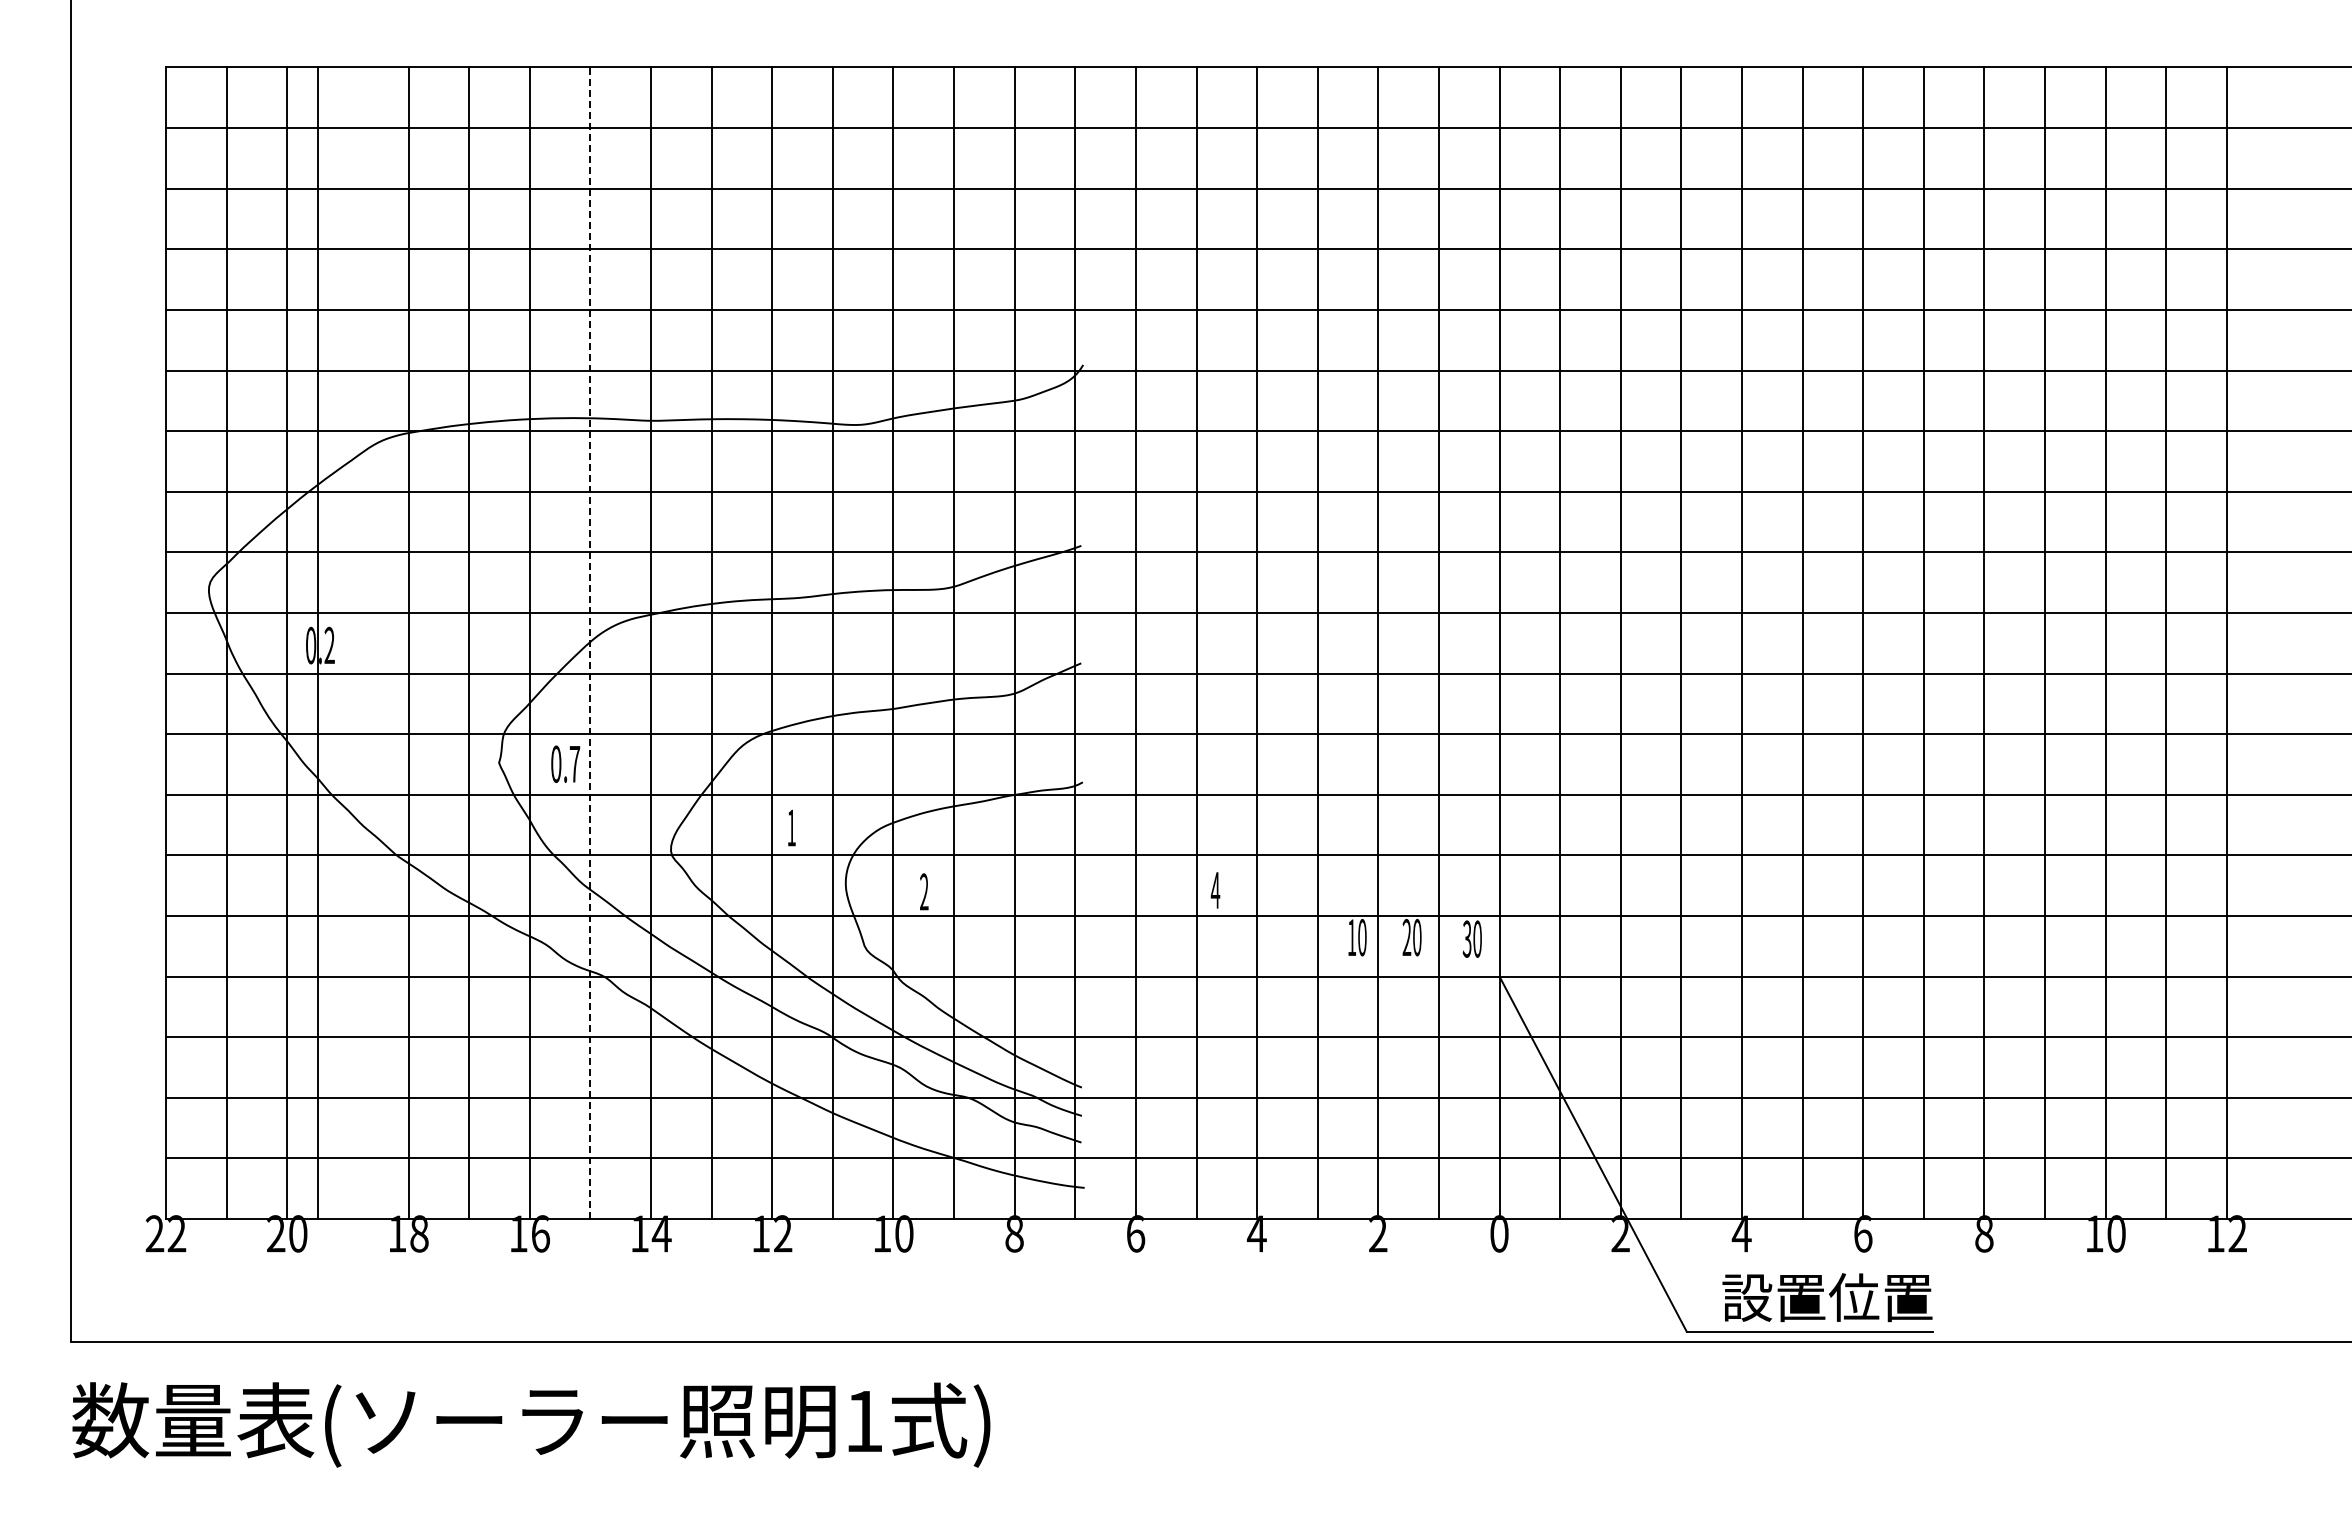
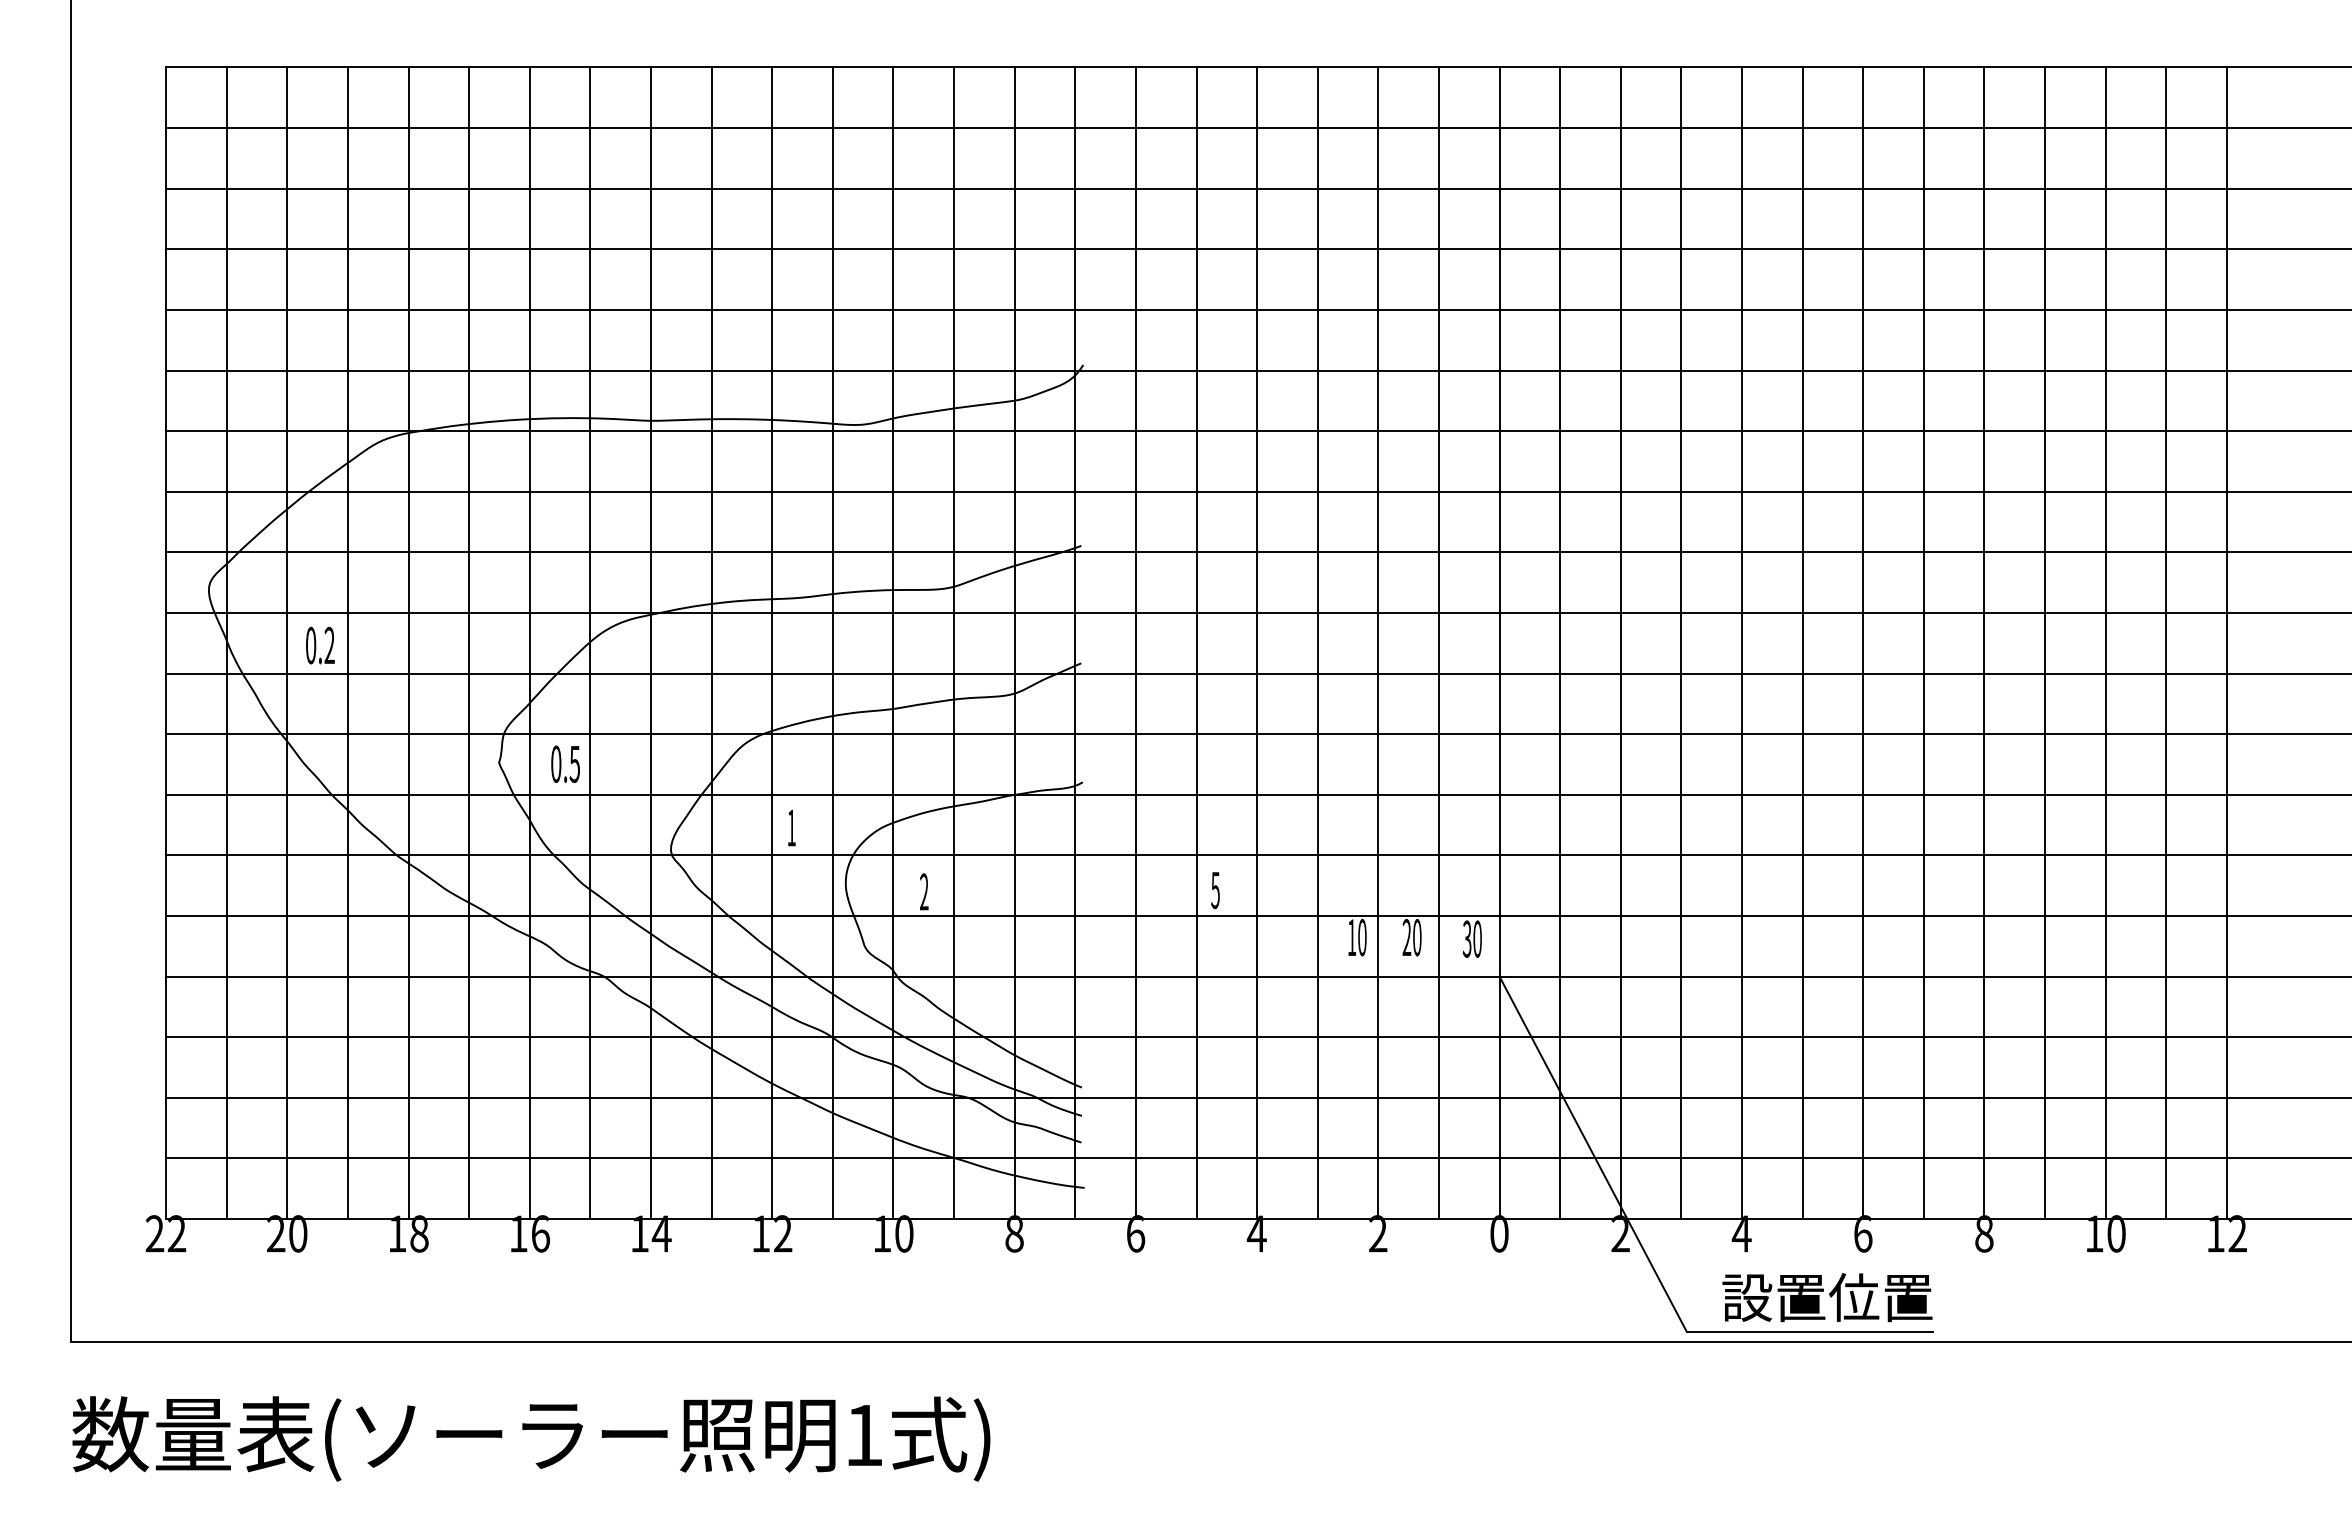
line at (317, 643) position: (317, 643) -> (347, 643)
line at (590, 643): dashed -> solid
text at (574, 764): 0.7 -> 0.5
text at (1215, 890): 4 -> 5
text at (531, 1424) position: (531, 1424) -> (531, 1438)
